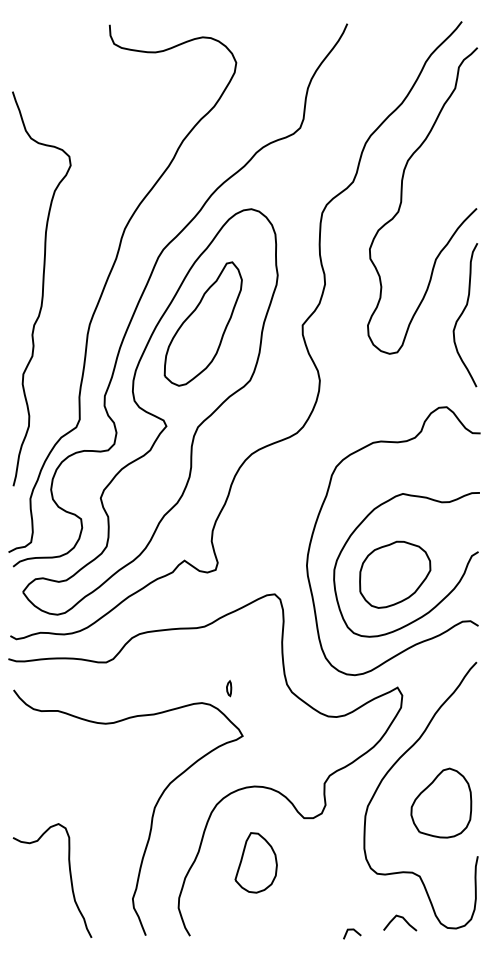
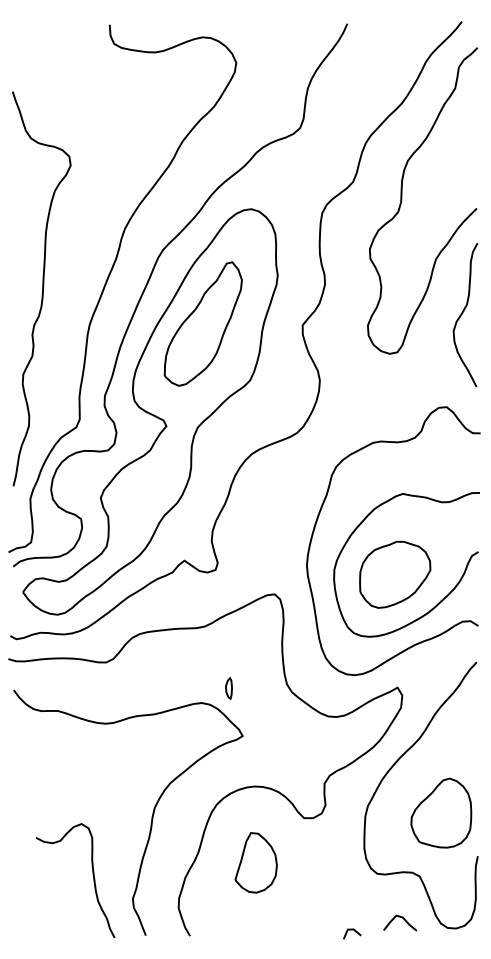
part at (229, 688) size: 7x18 px -> 8x24 px
part at (441, 802) position: (441, 802) -> (441, 812)
curve at (69, 875) position: (69, 875) -> (92, 875)
